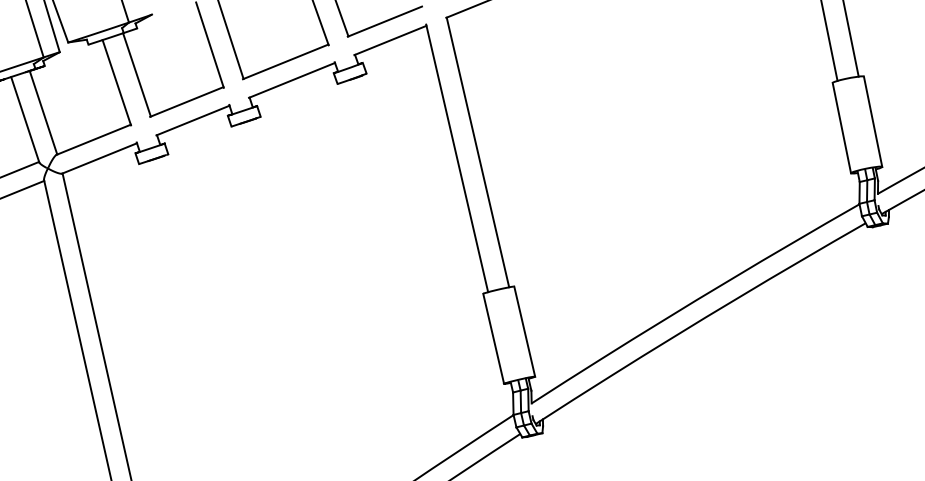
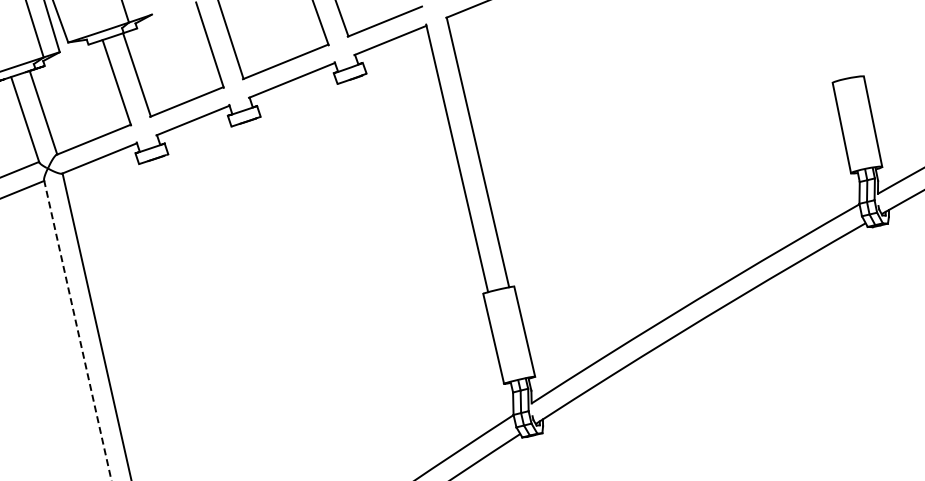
line at (850, 39): present -> none
line at (829, 41): present -> none
line at (77, 330): solid -> dashed
